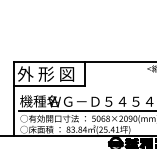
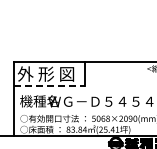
line at (49, 86): solid -> dashed
line at (85, 111): present -> none
